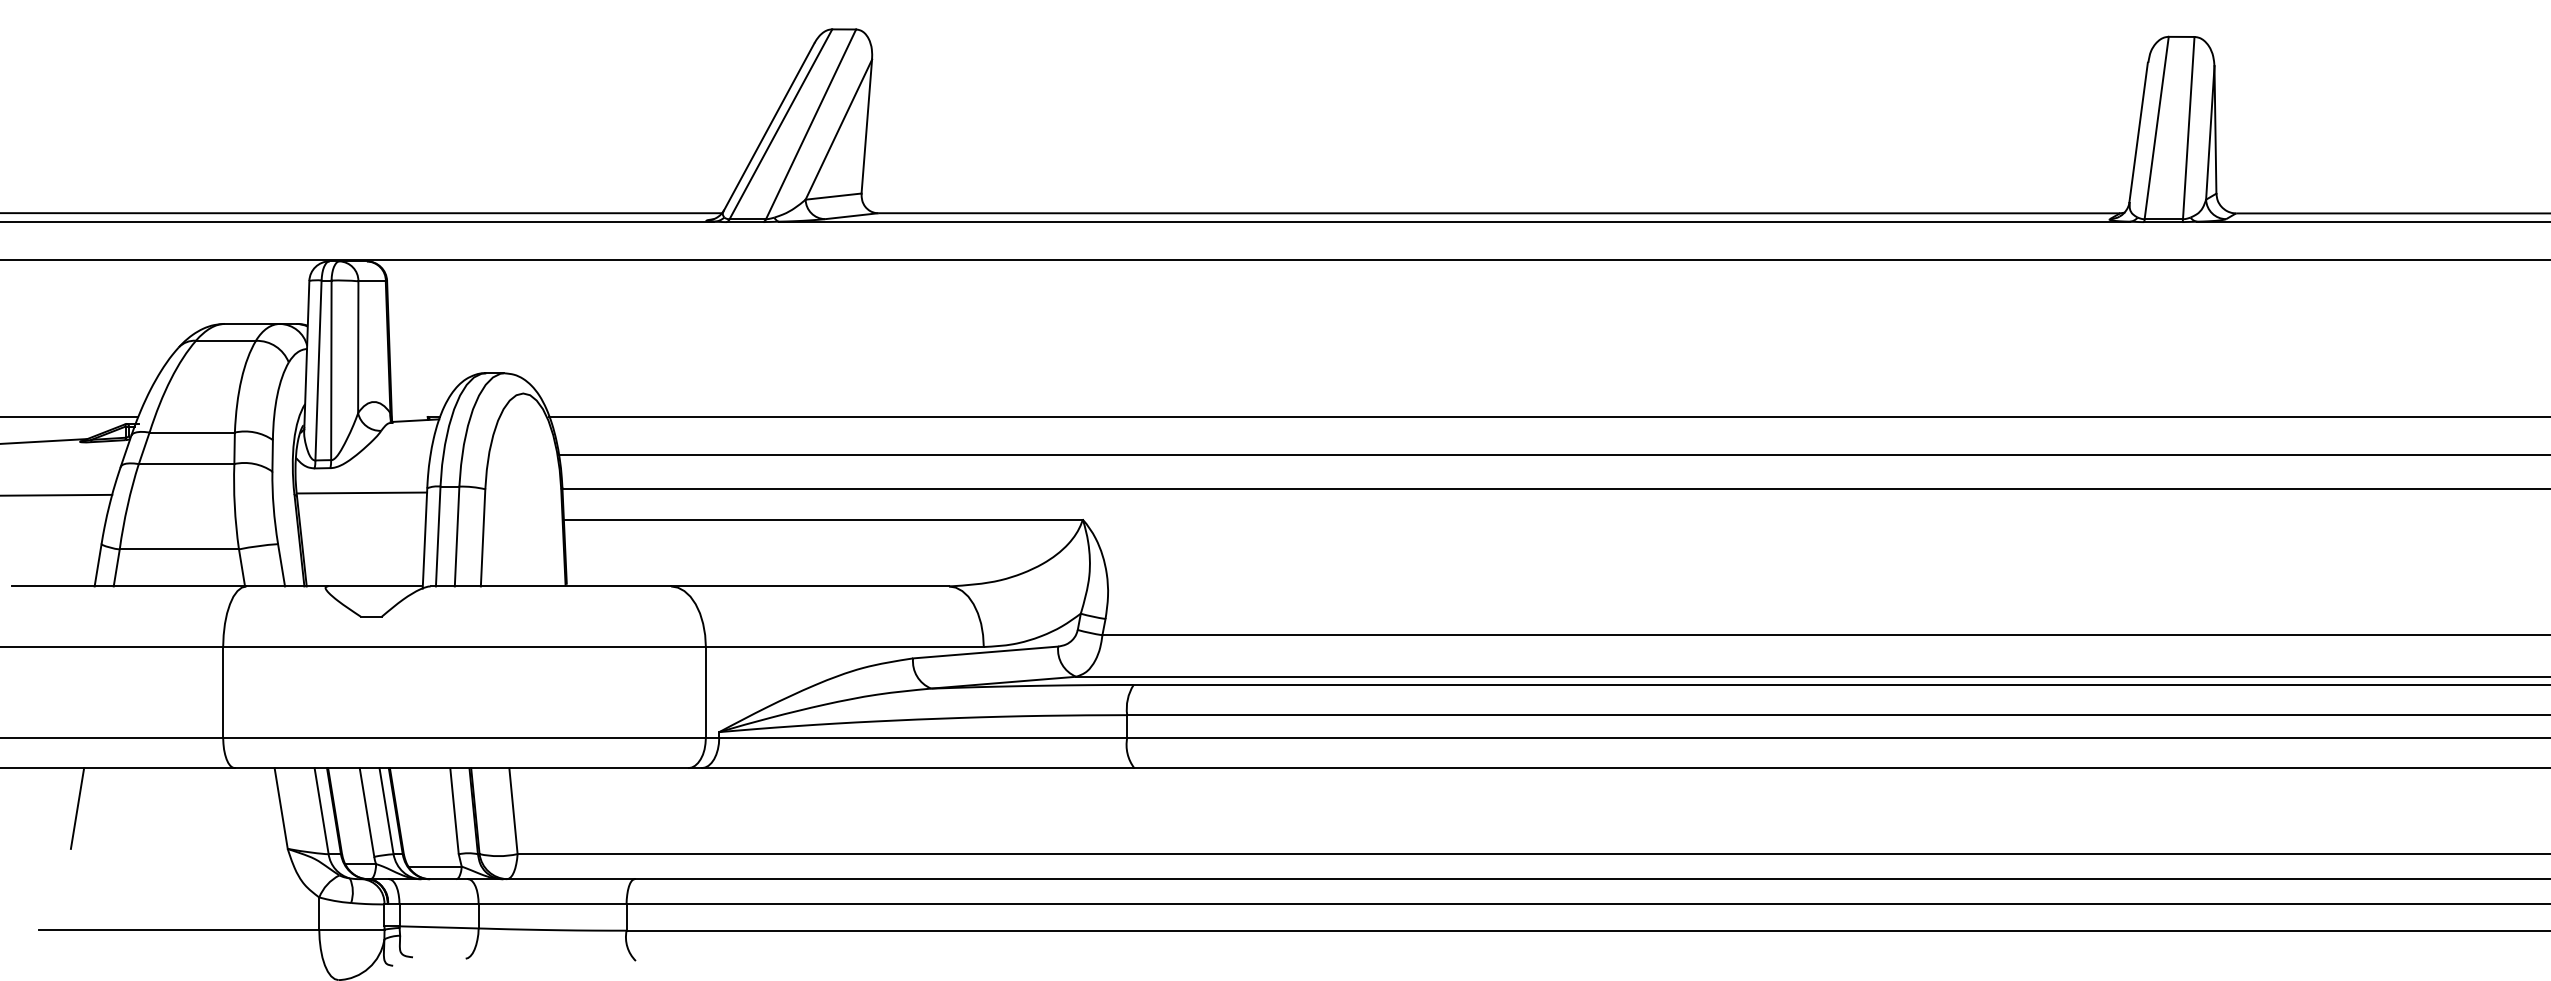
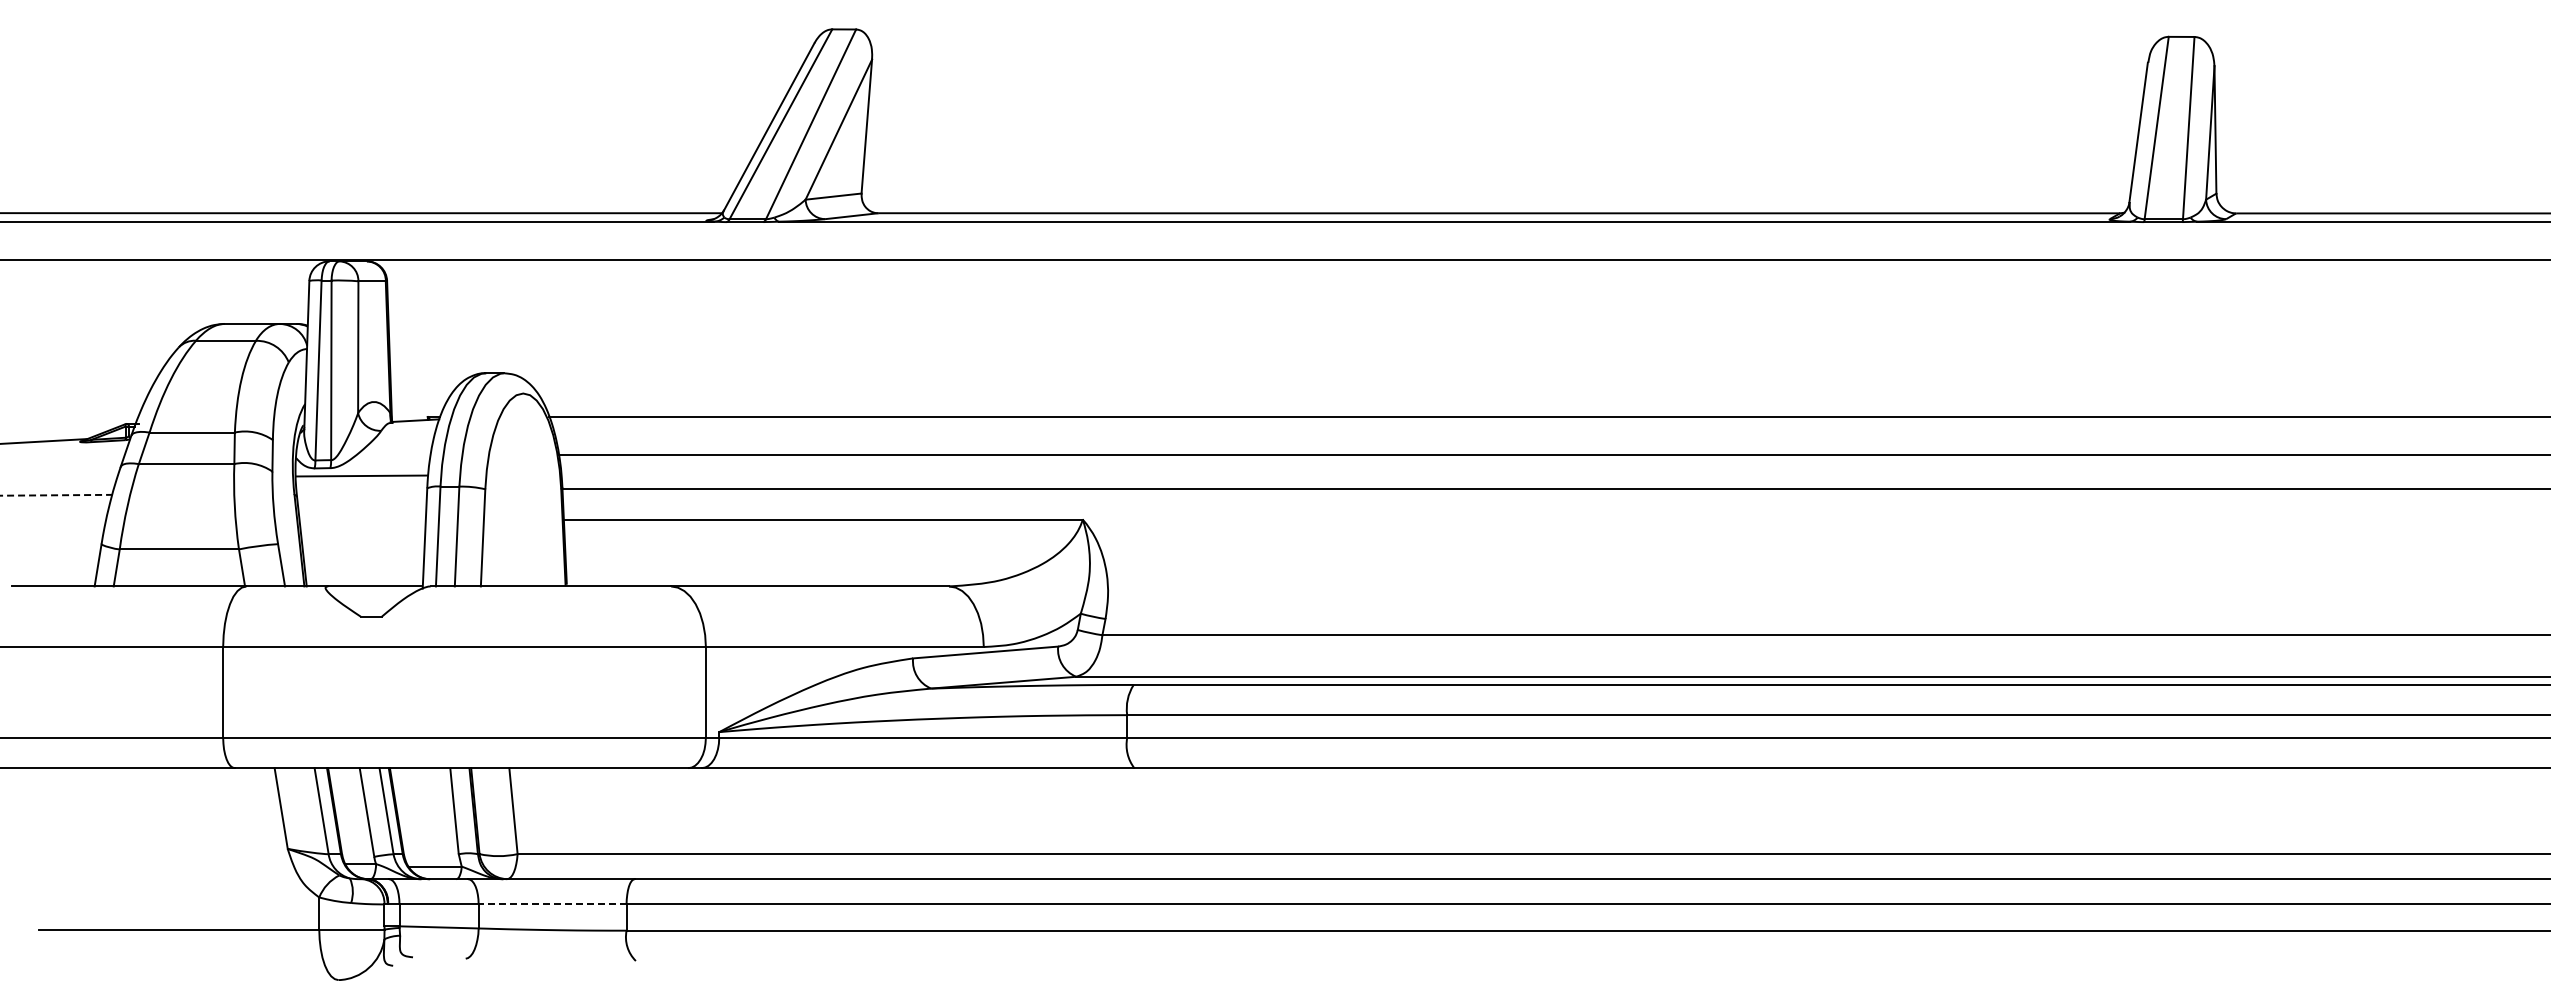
line at (69, 416): present -> none
line at (361, 492) position: (361, 492) -> (361, 475)
line at (56, 495): solid -> dashed
line at (77, 808): present -> none
line at (552, 904): solid -> dashed
